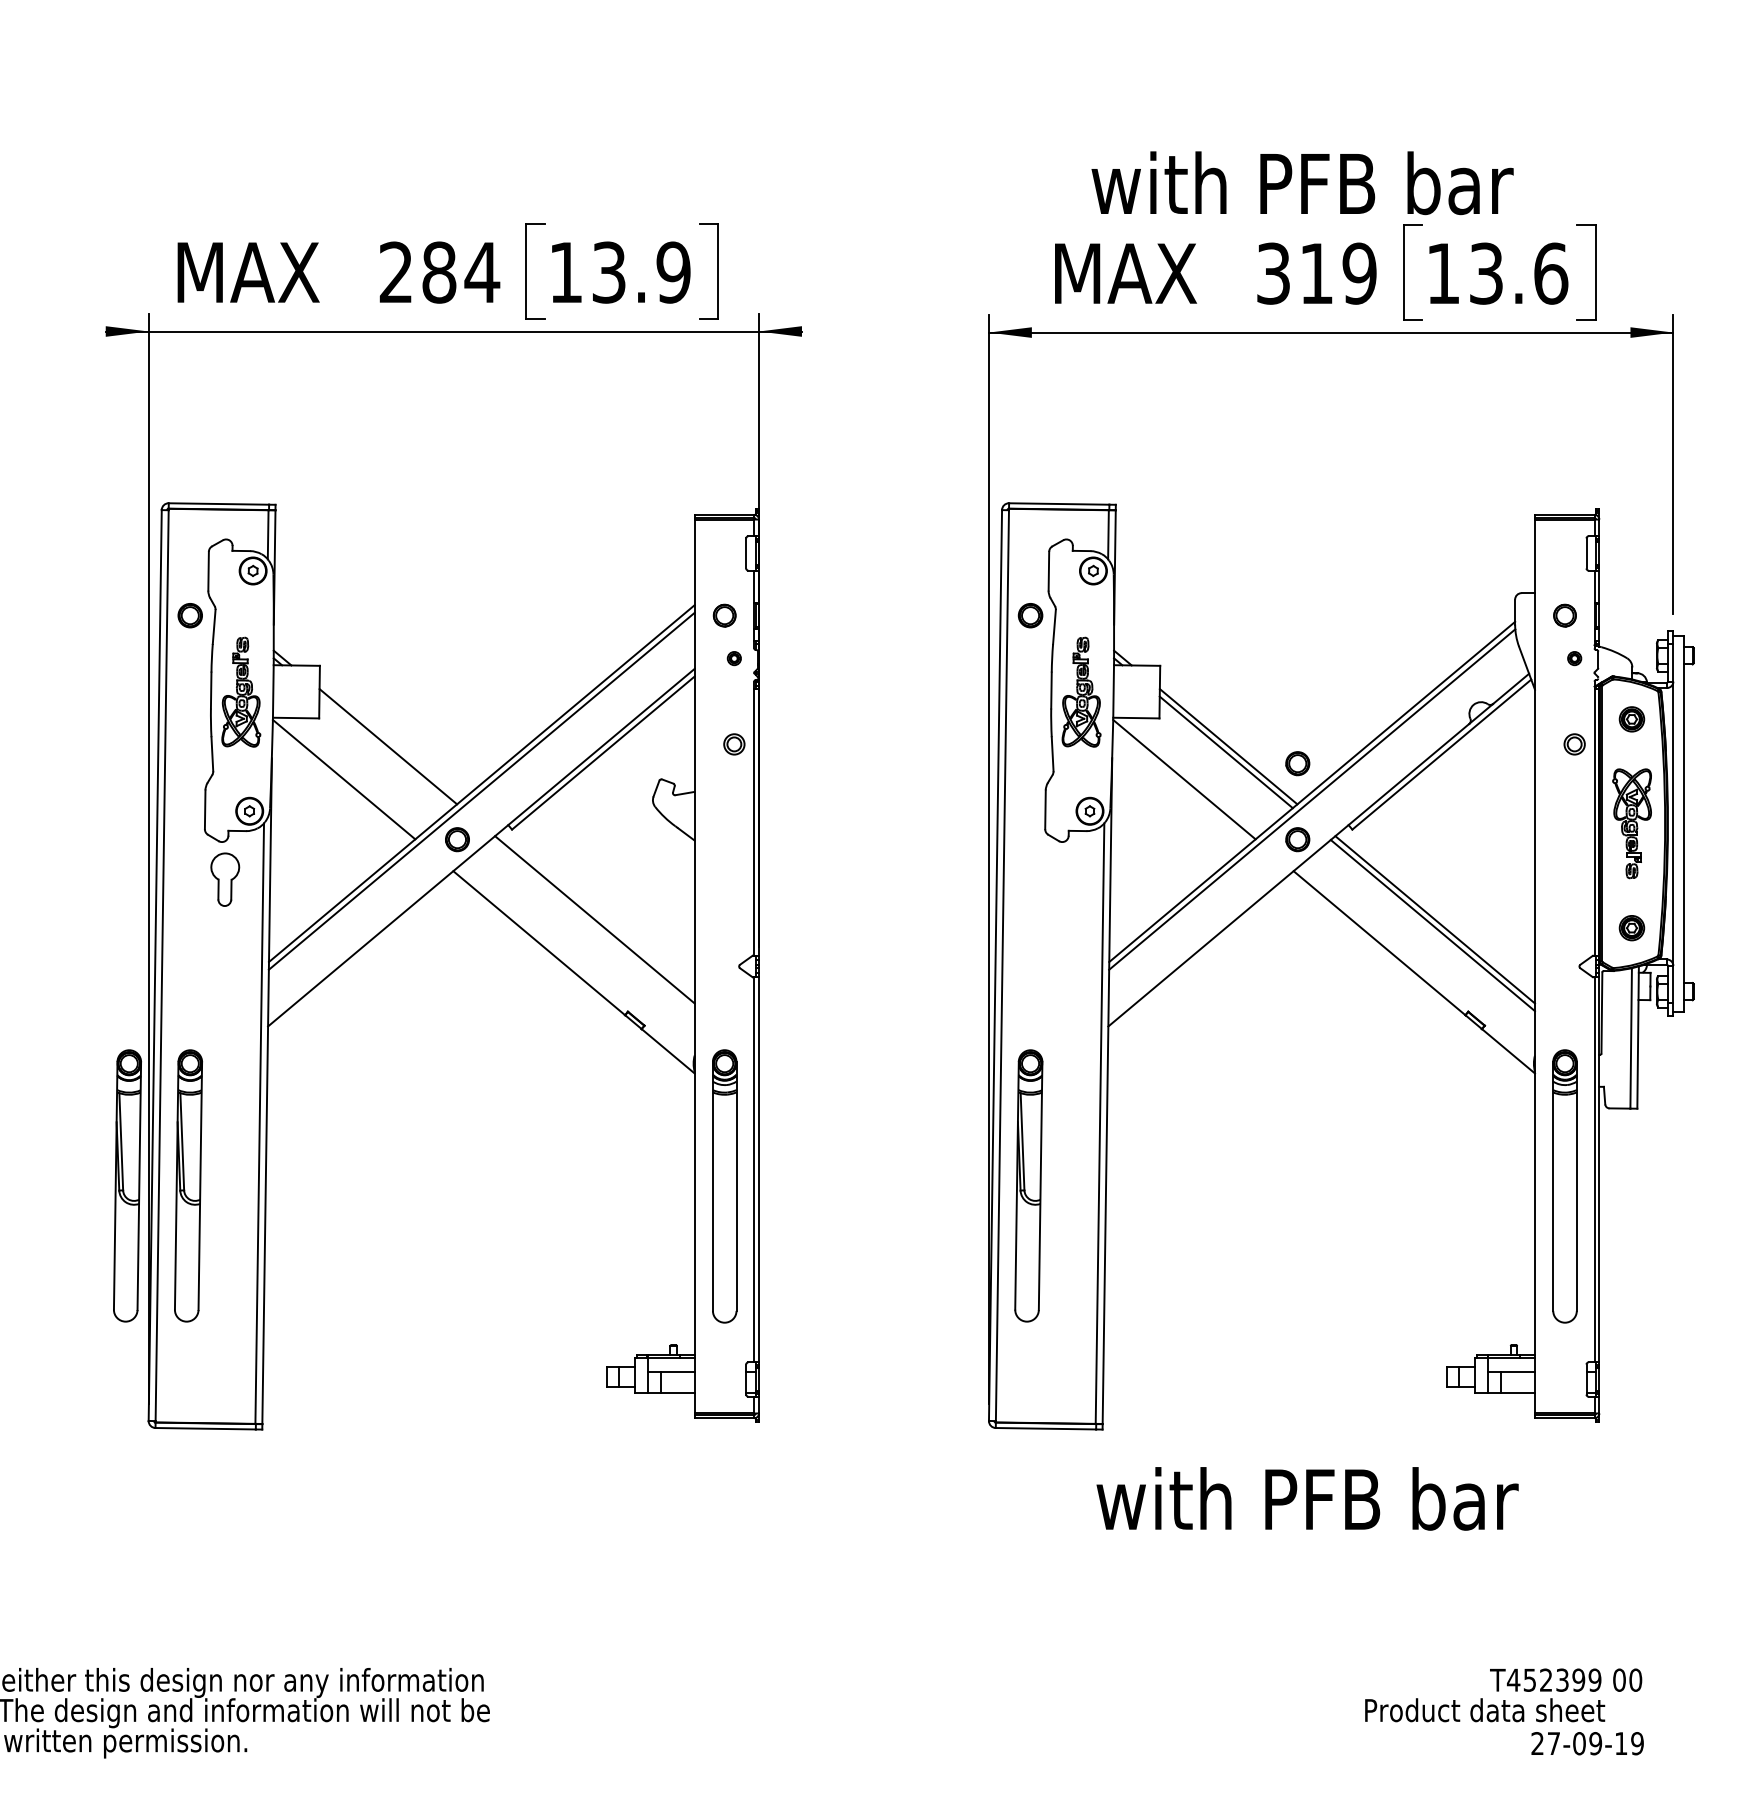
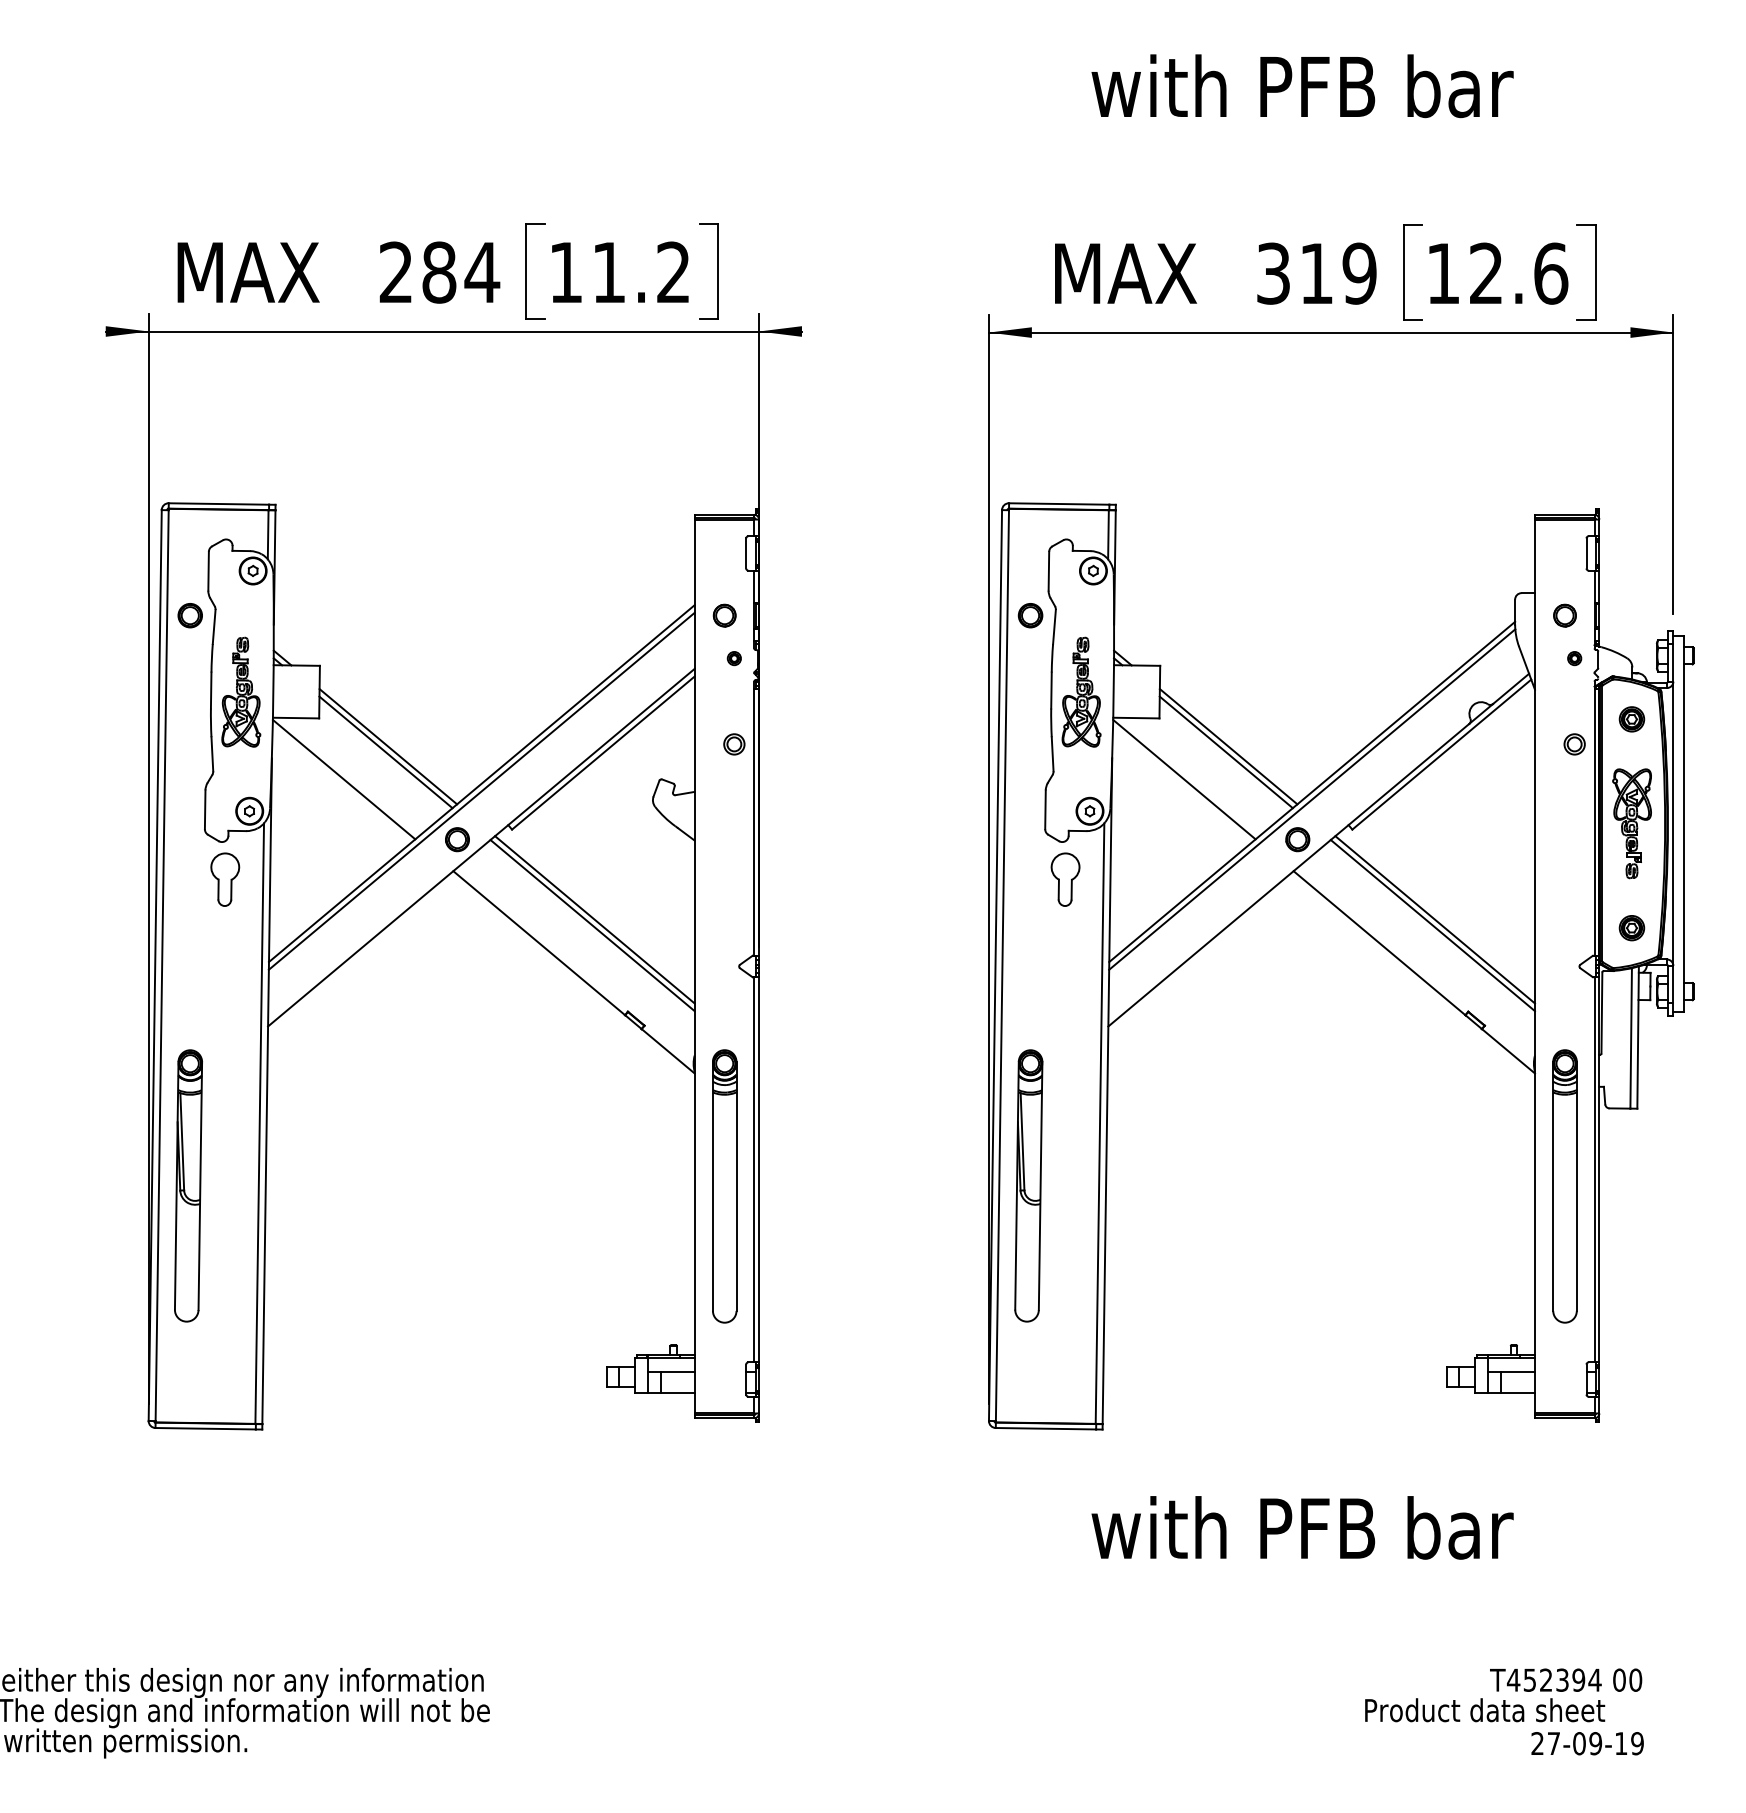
text at (1302, 183) position: (1302, 183) -> (1302, 86)
text at (641, 272): 13.9 -> 11.2
text at (1486, 273): 13.6 -> 12.6
line at (385, 752): none -> present
part at (1297, 763): present -> none
part at (1065, 879): none -> present
line at (592, 925): none -> present
part at (127, 1185): present -> none
text at (1307, 1498) position: (1307, 1498) -> (1302, 1527)
text at (1594, 1679): T452399 -> T452394
